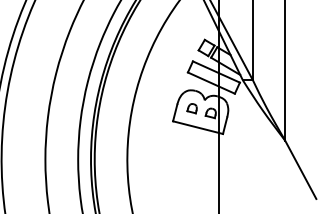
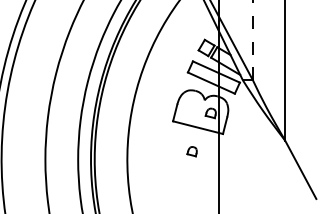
line at (252, 40): solid -> dashed
part at (191, 108) position: (191, 108) -> (191, 151)
